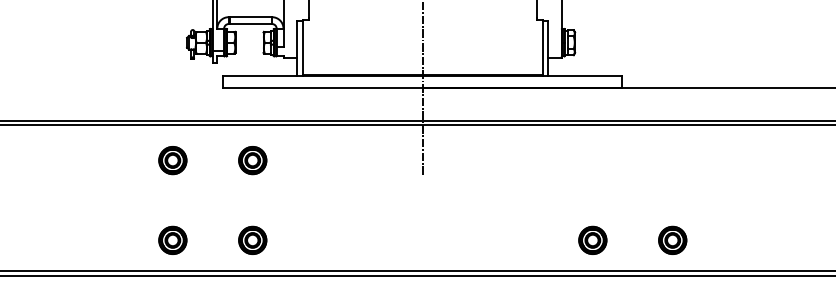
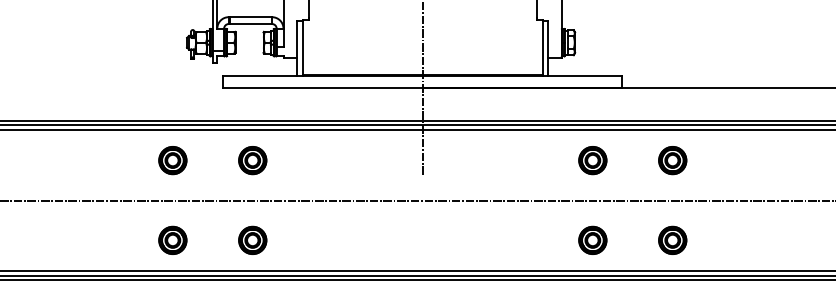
line at (417, 129): none -> present
part at (592, 160): none -> present
part at (672, 160): none -> present
line at (417, 200): none -> present
line at (417, 280): none -> present
